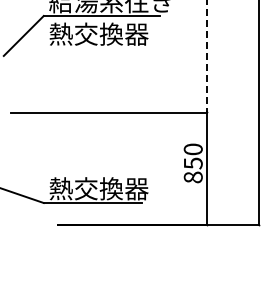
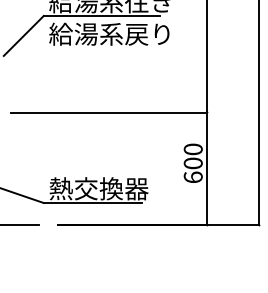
text at (109, 33): 熱交換器 -> 給湯系戻り
line at (207, 56): dashed -> solid
text at (192, 170): 850 -> 600
line at (20, 224): none -> present
